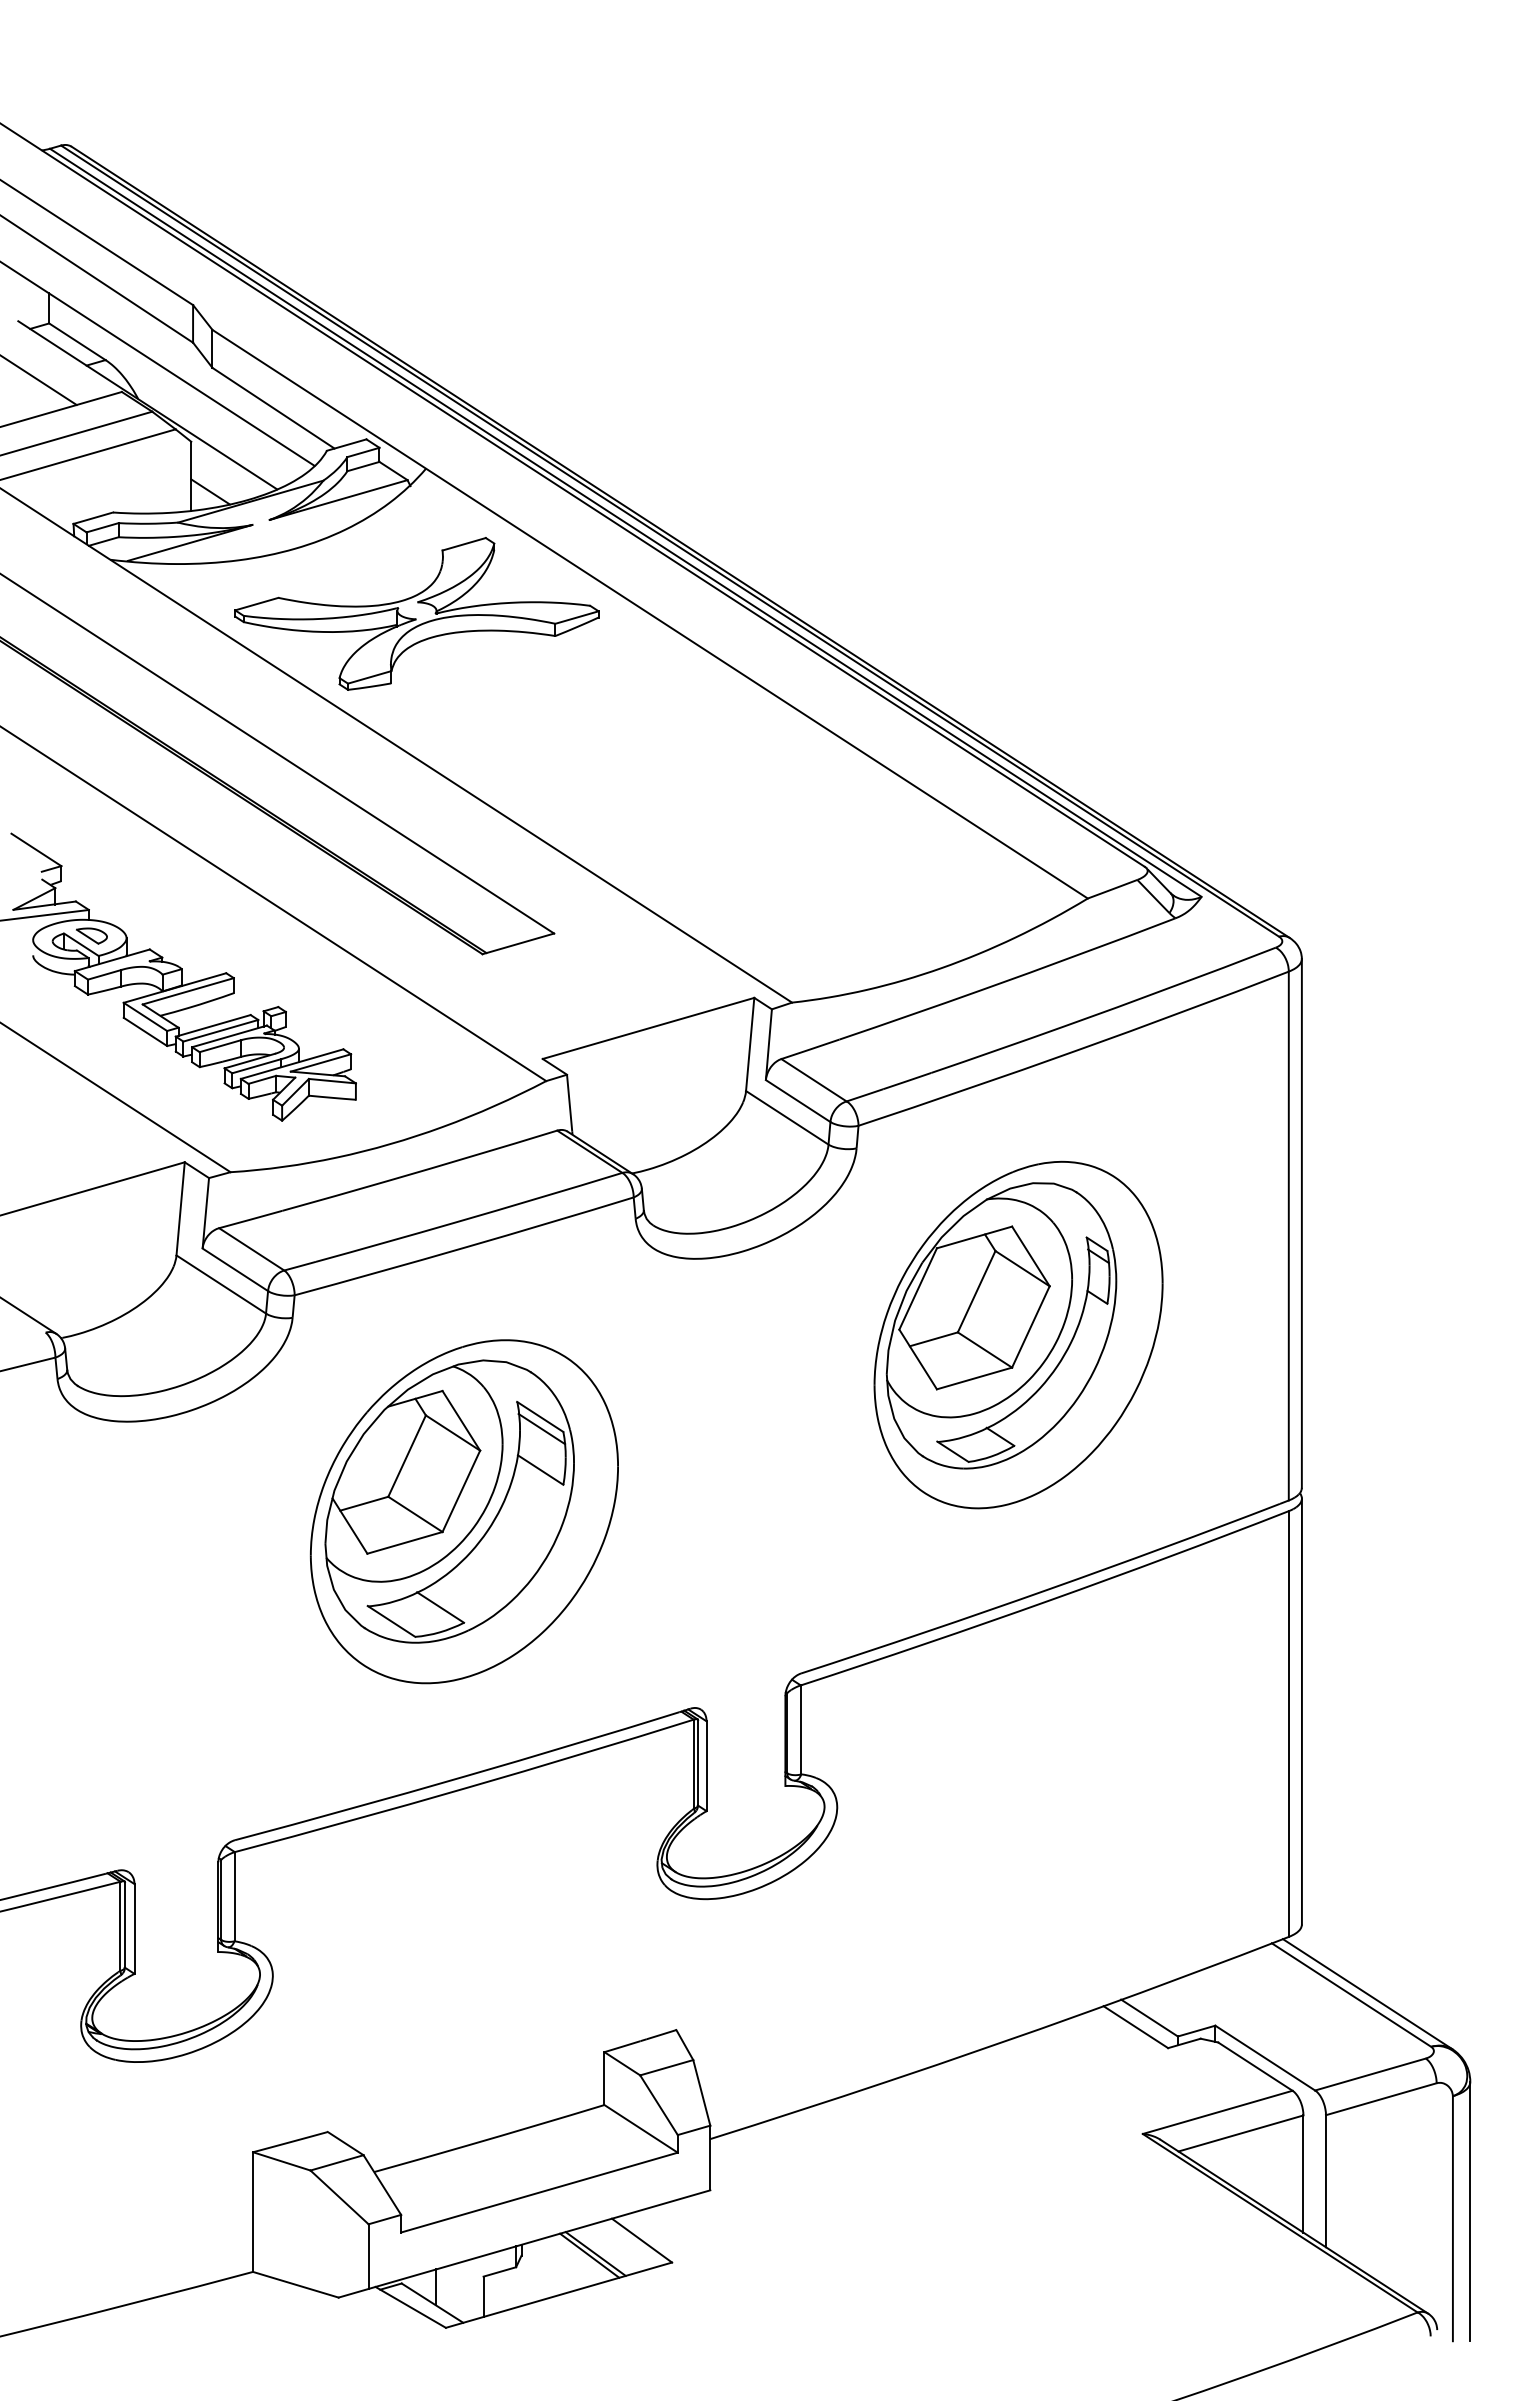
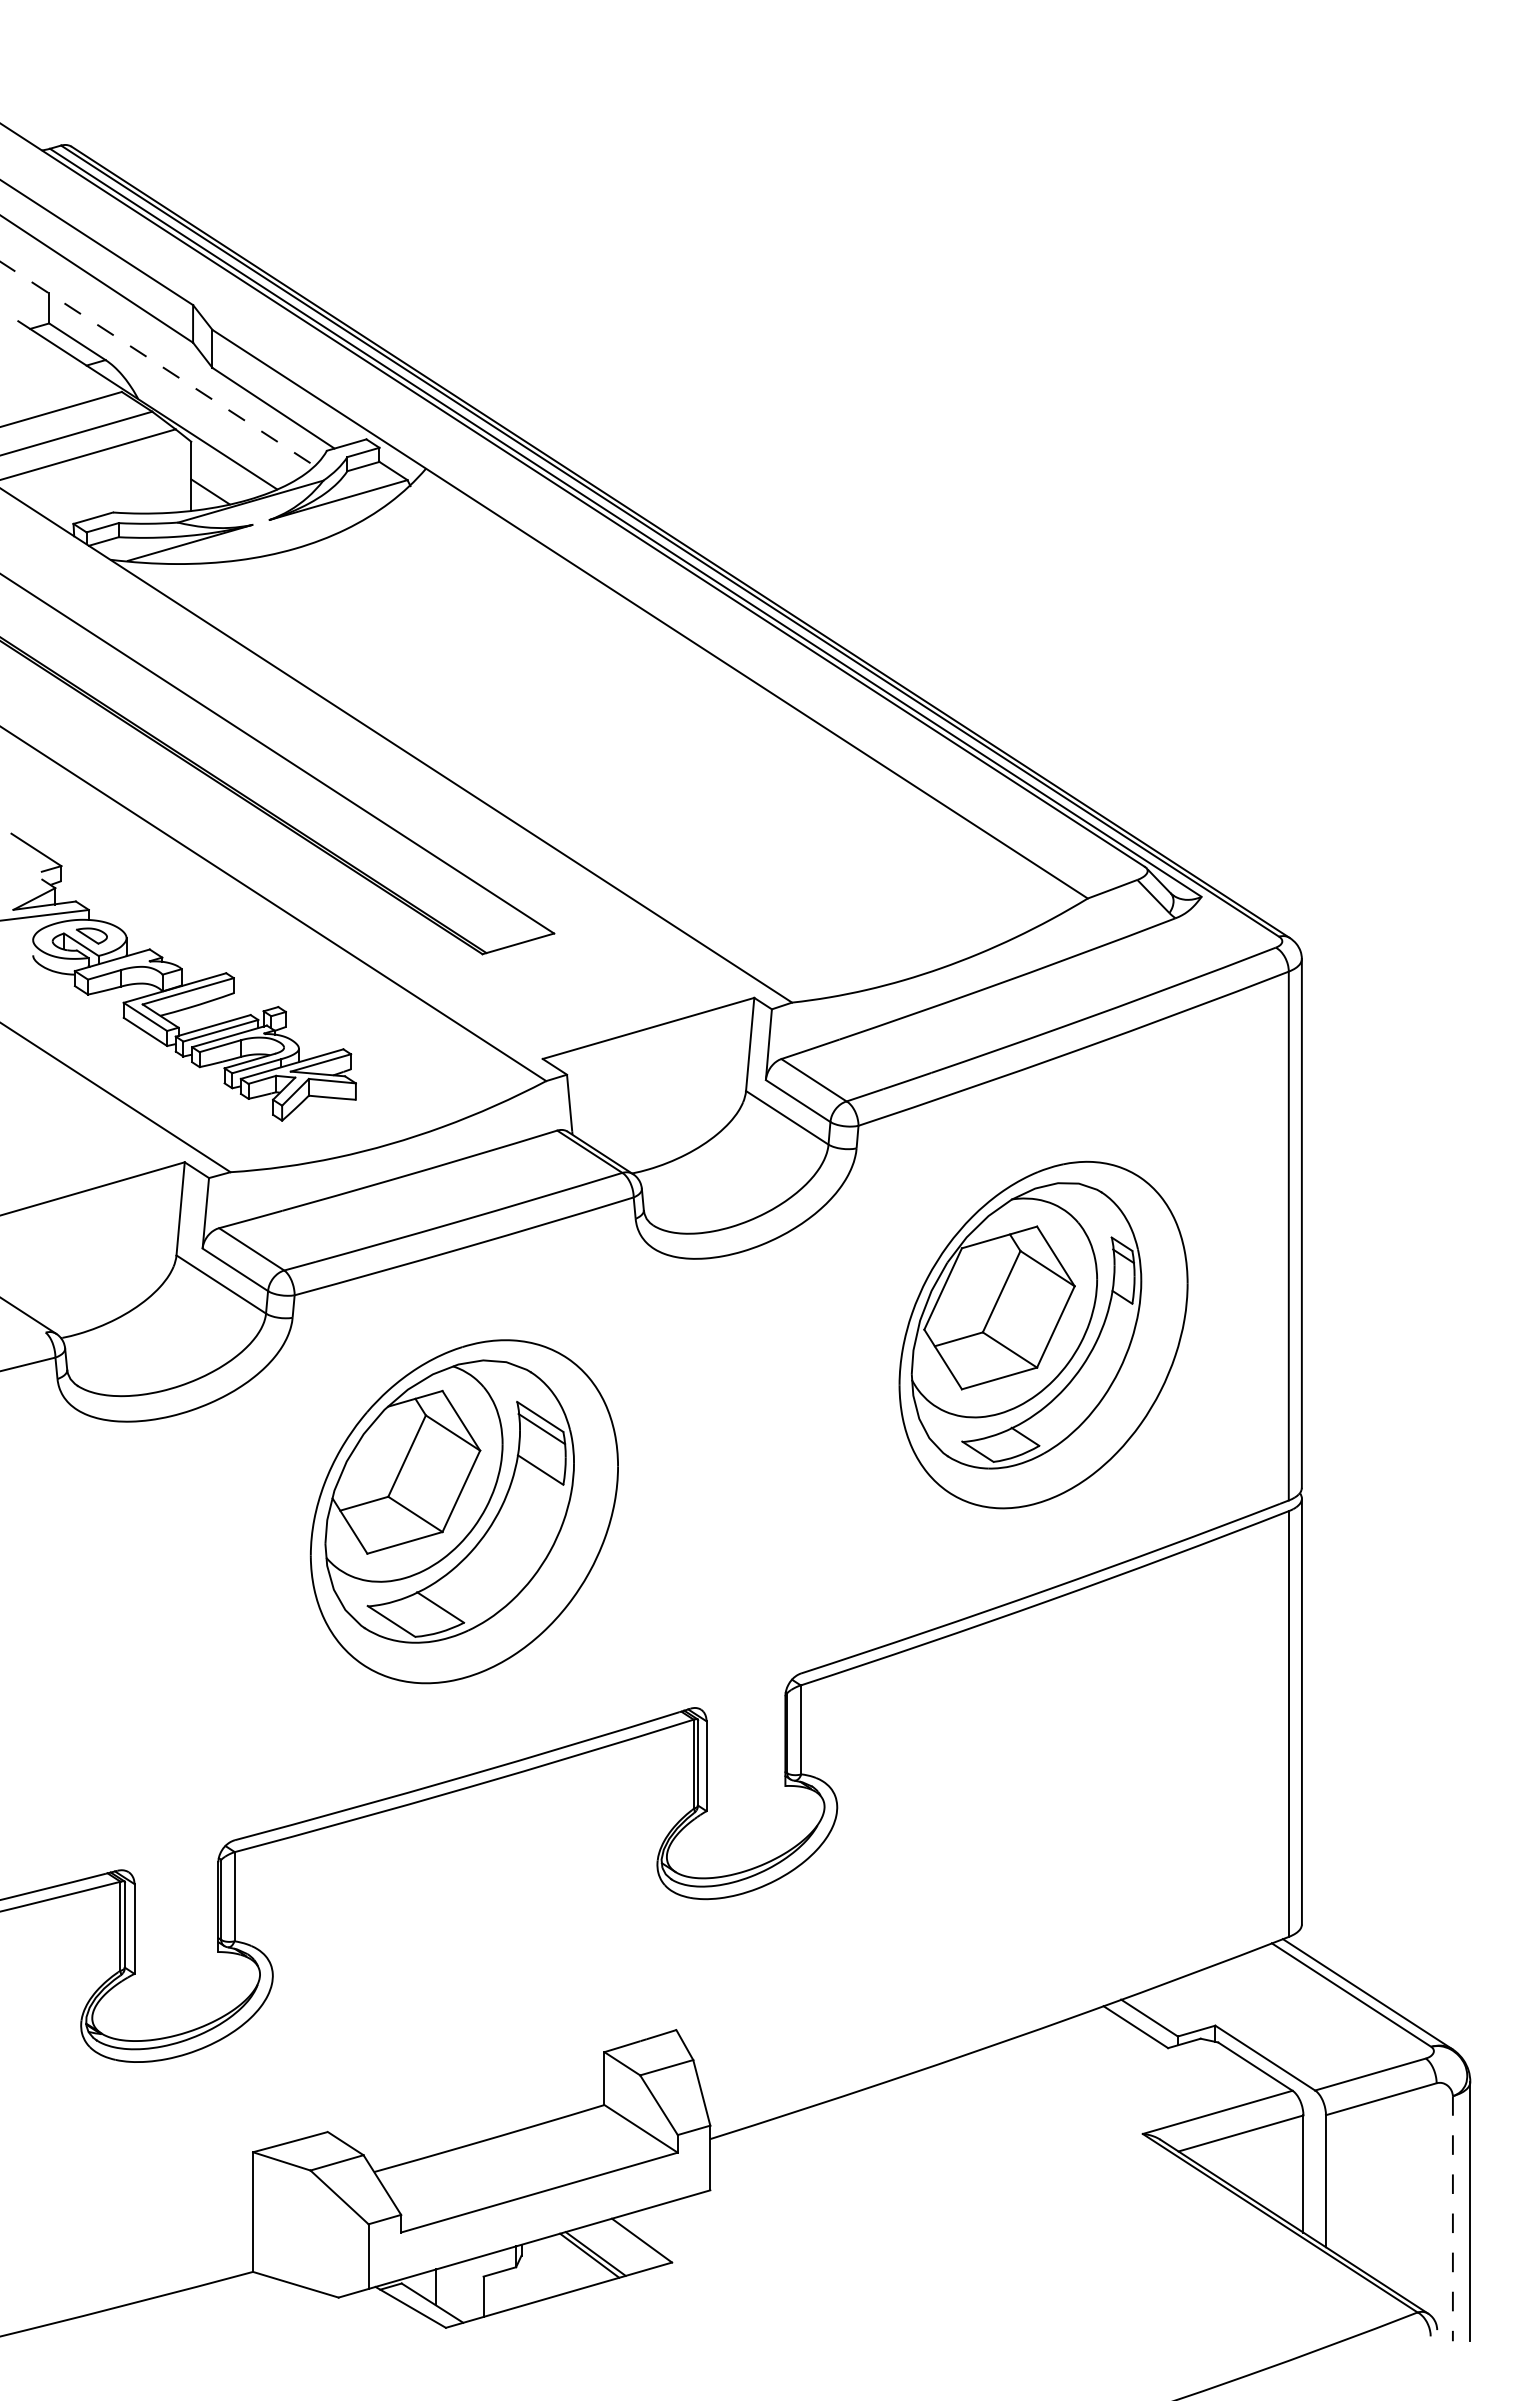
line at (157, 364): solid -> dashed
line at (39, 380): present -> none
part at (416, 613): present -> none
part at (1018, 1334) position: (1018, 1334) -> (1043, 1334)
line at (1452, 2218): solid -> dashed
